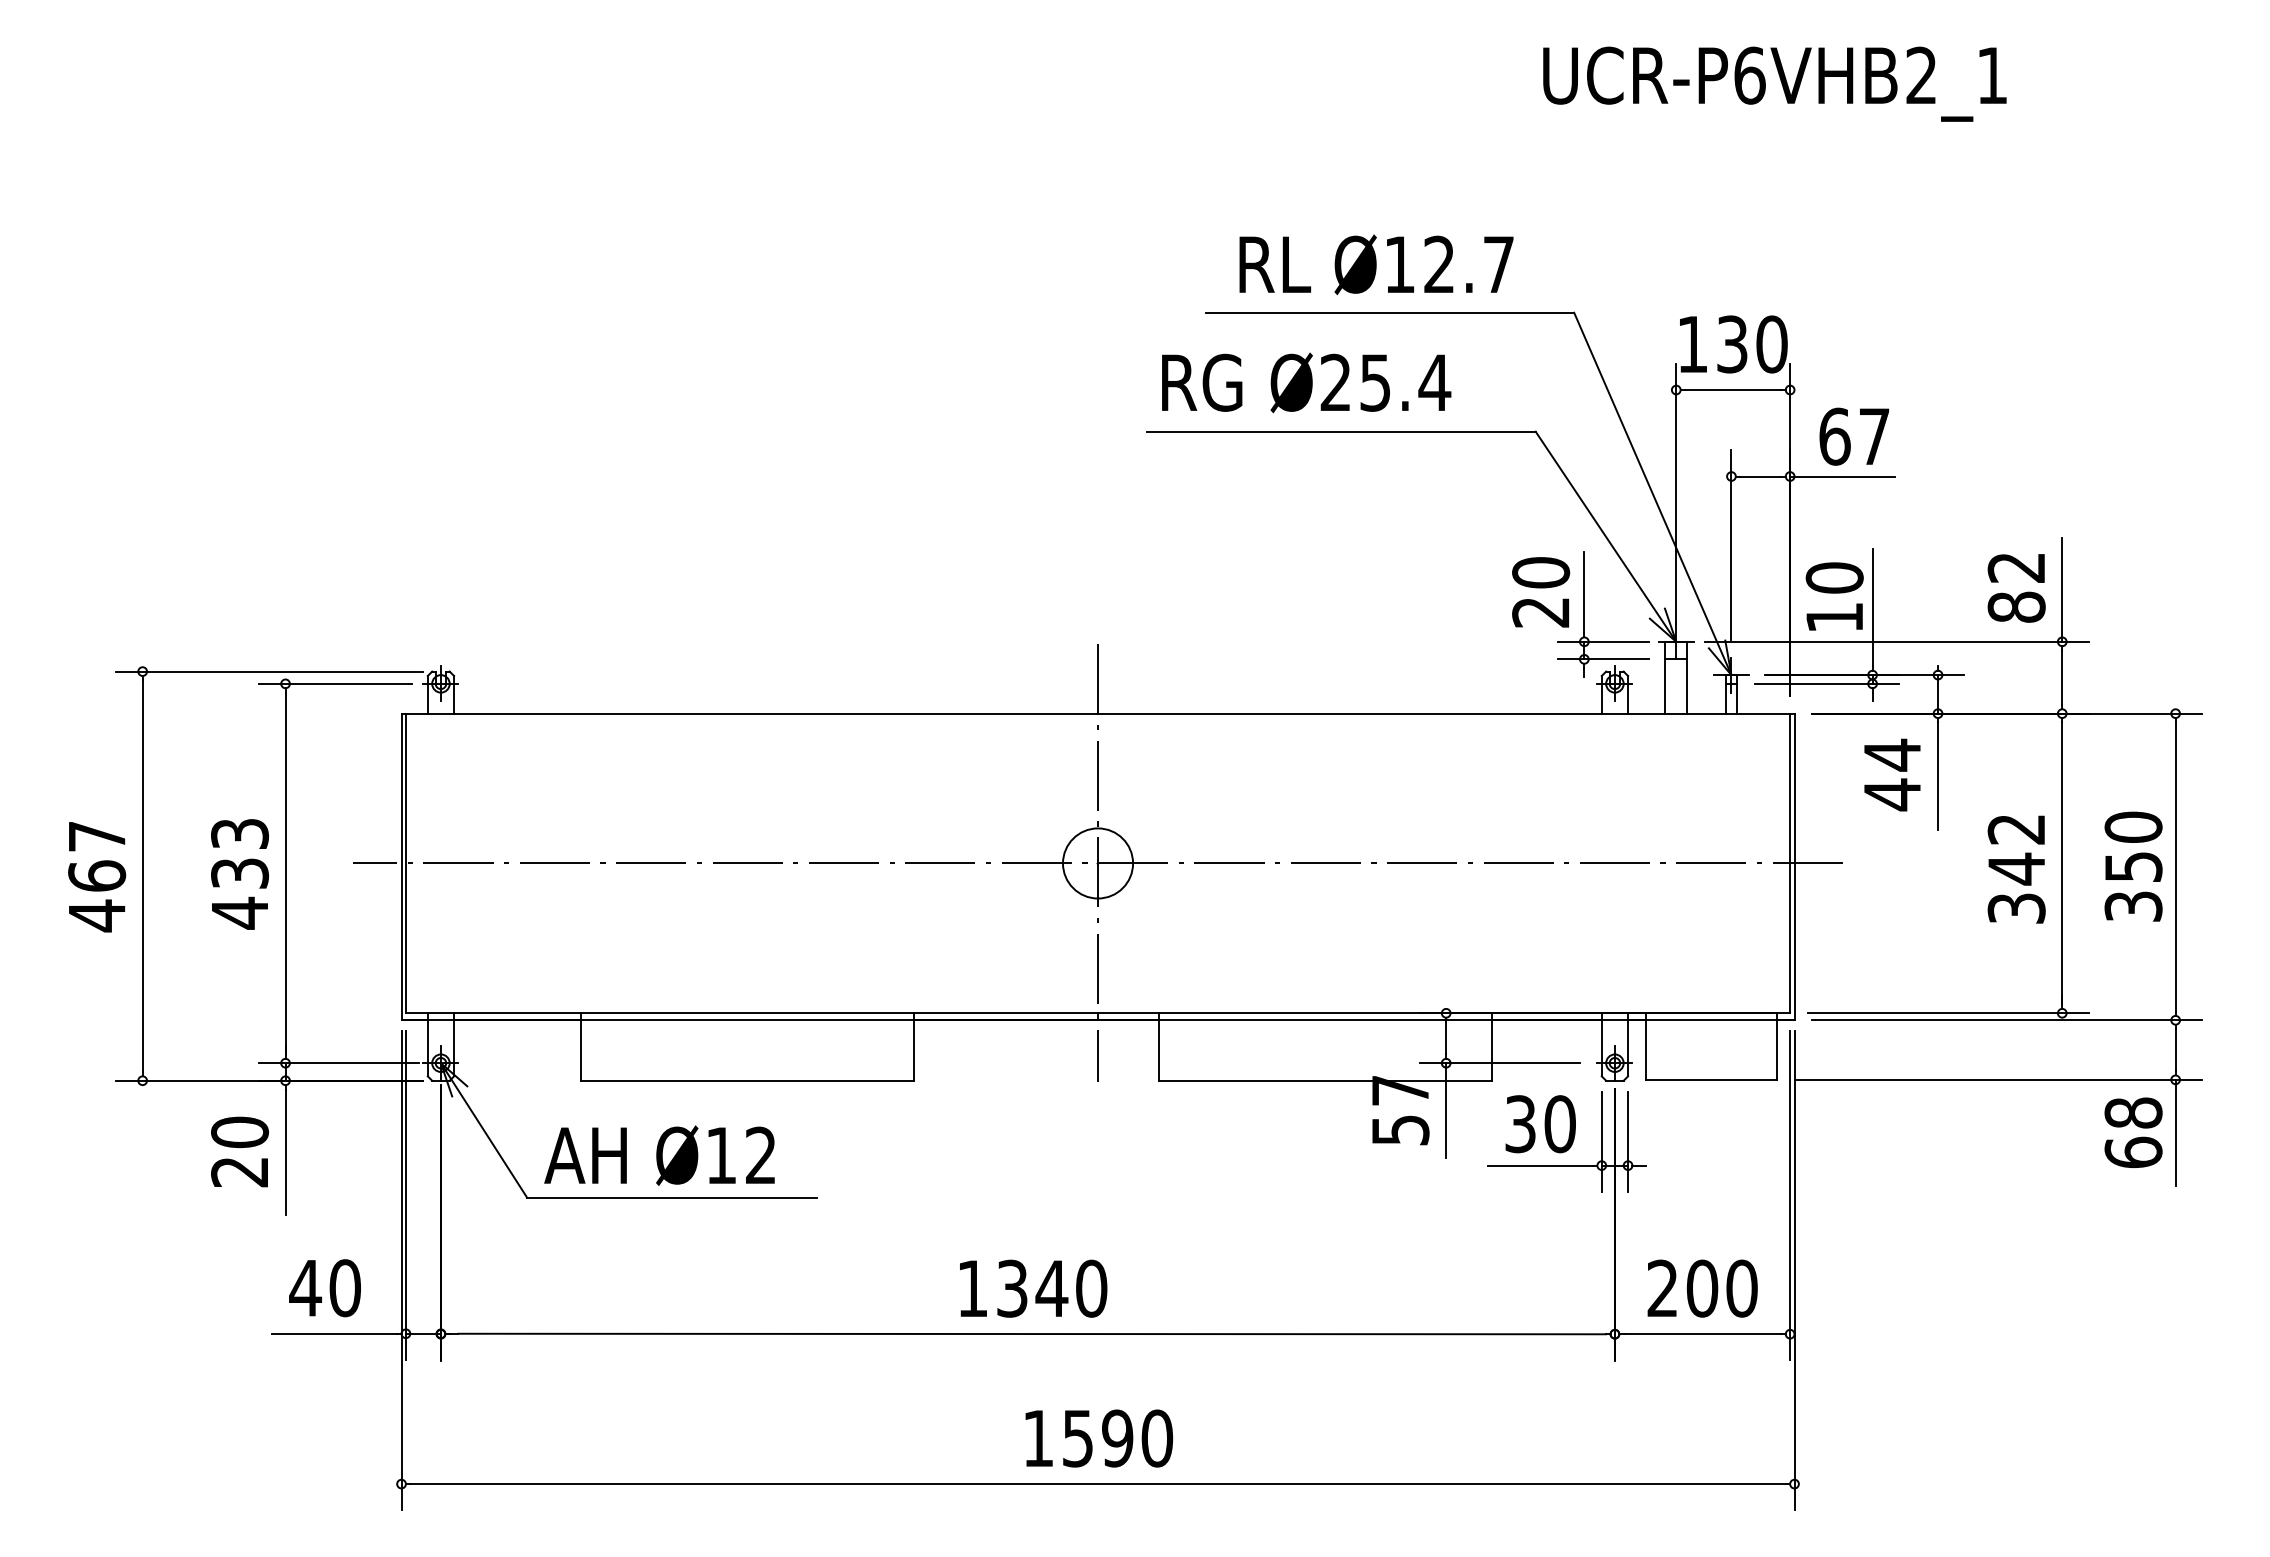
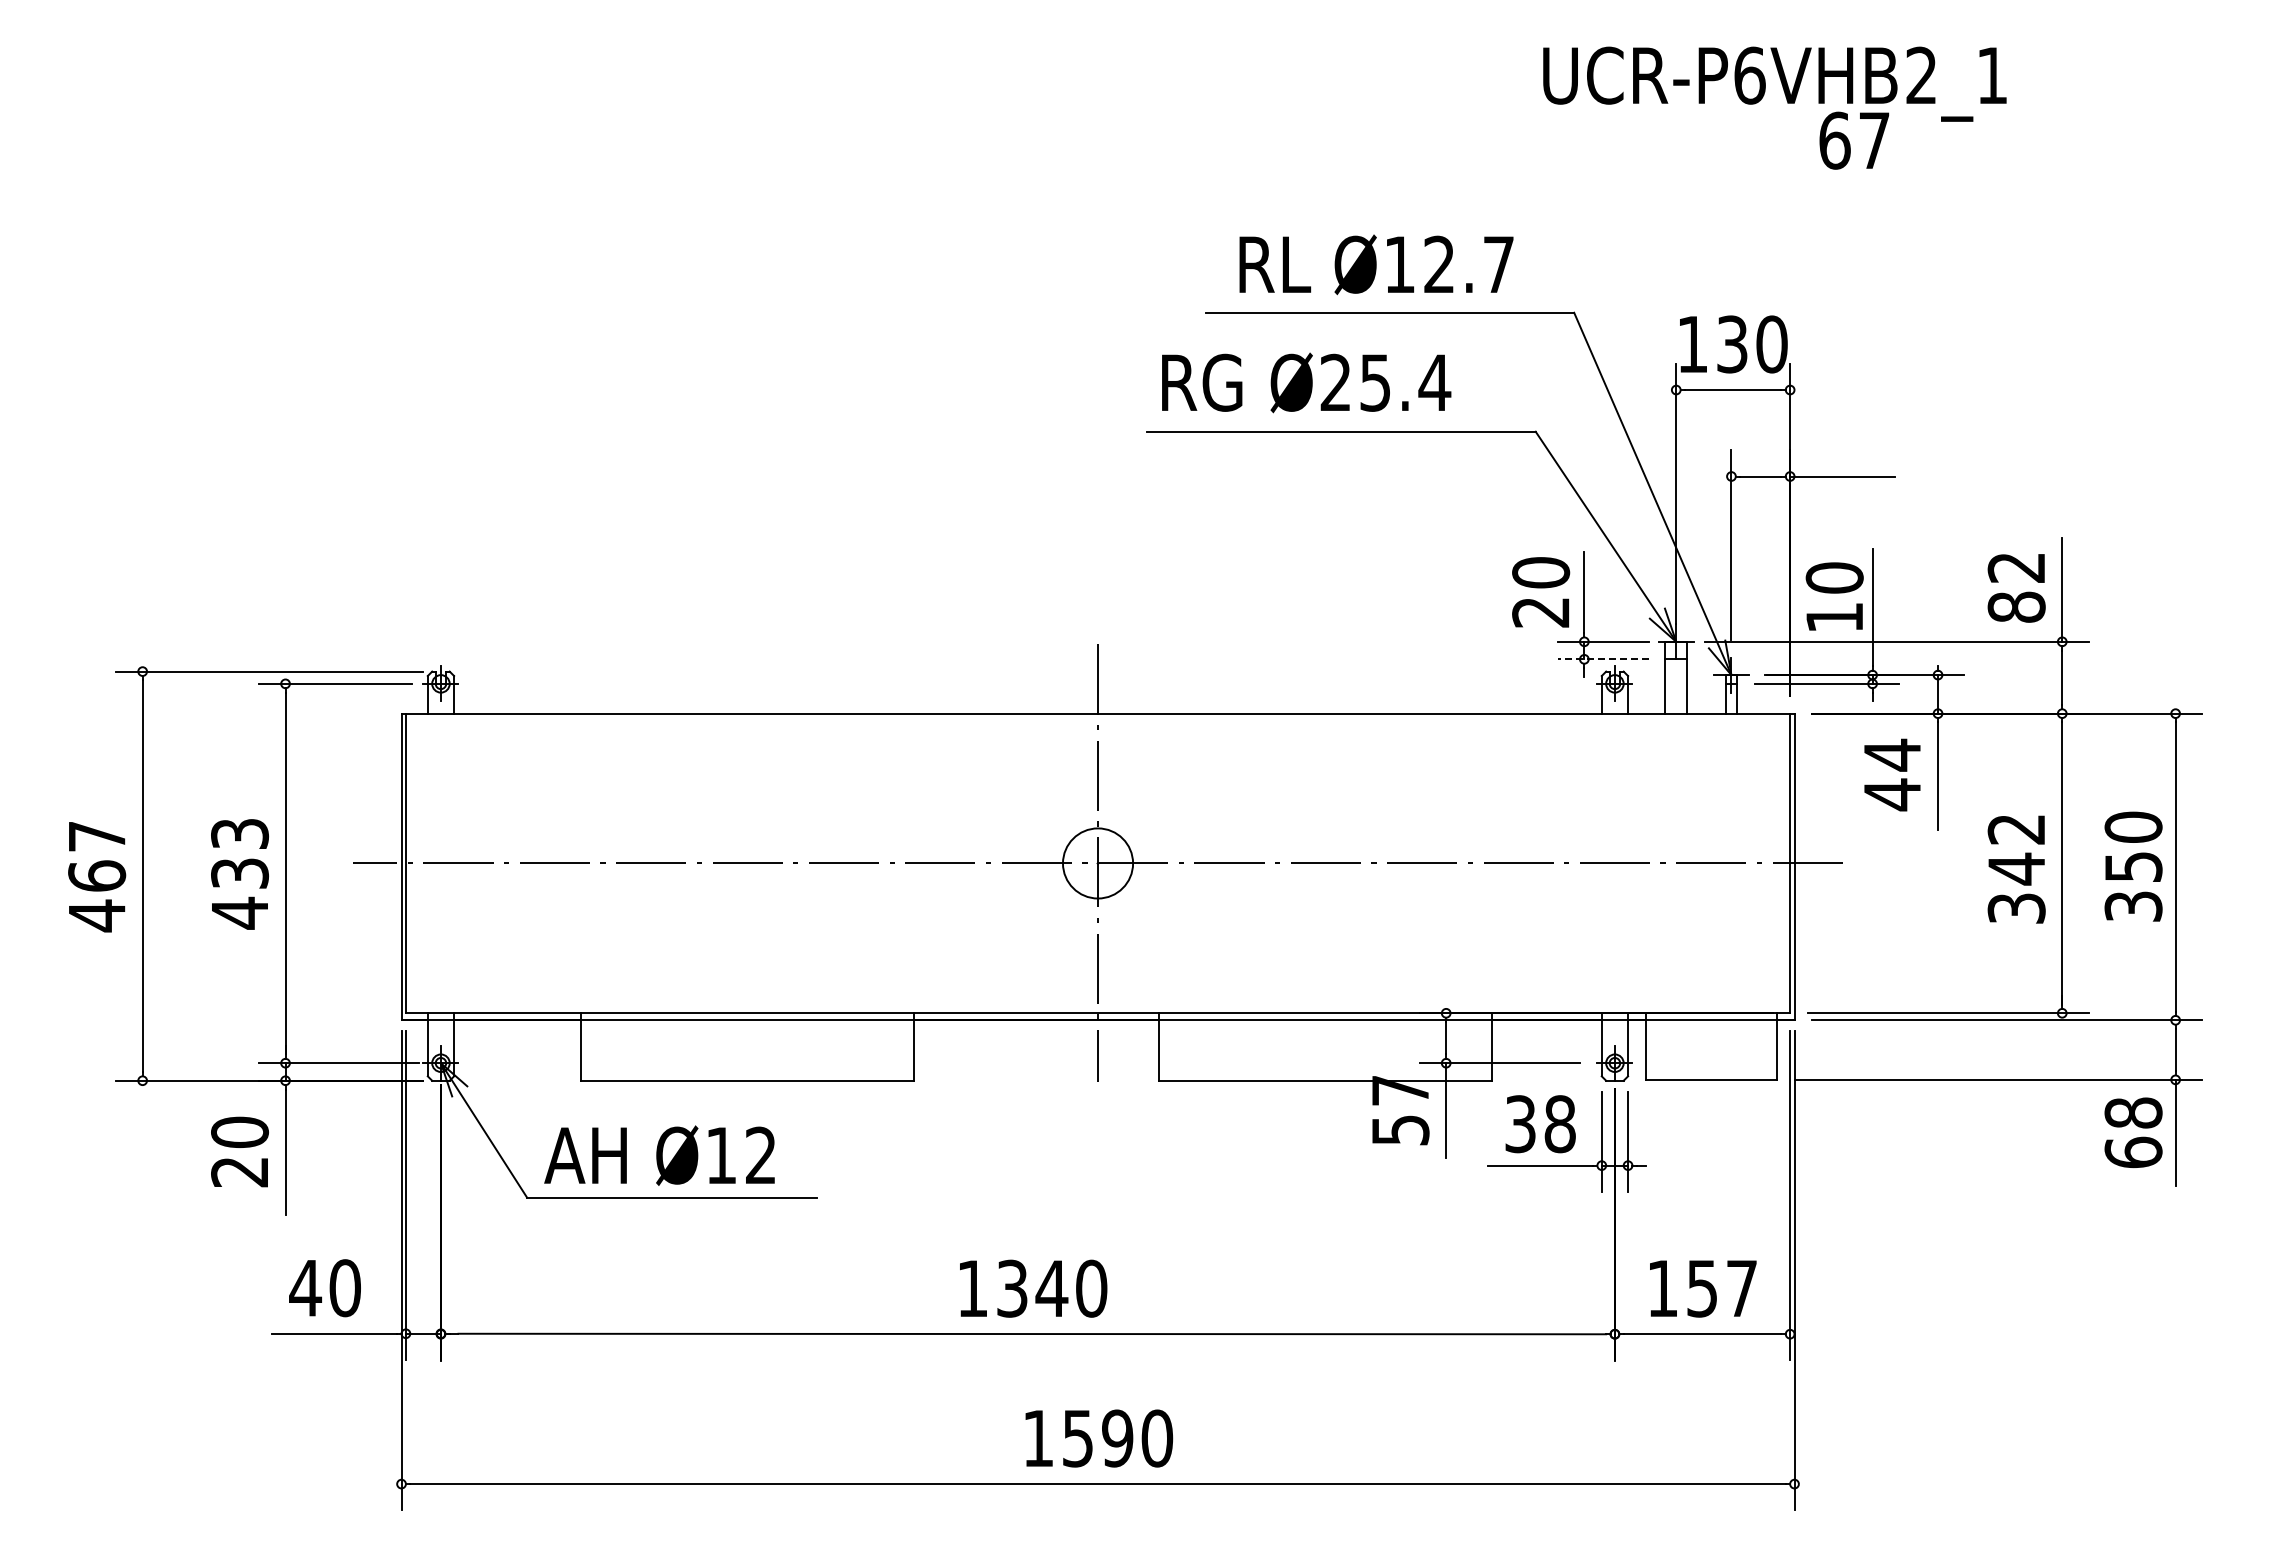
text at (1854, 436) position: (1854, 436) -> (1854, 140)
line at (1603, 659): solid -> dashed
text at (1559, 1123): 30 -> 38
text at (1702, 1288): 200 -> 157
